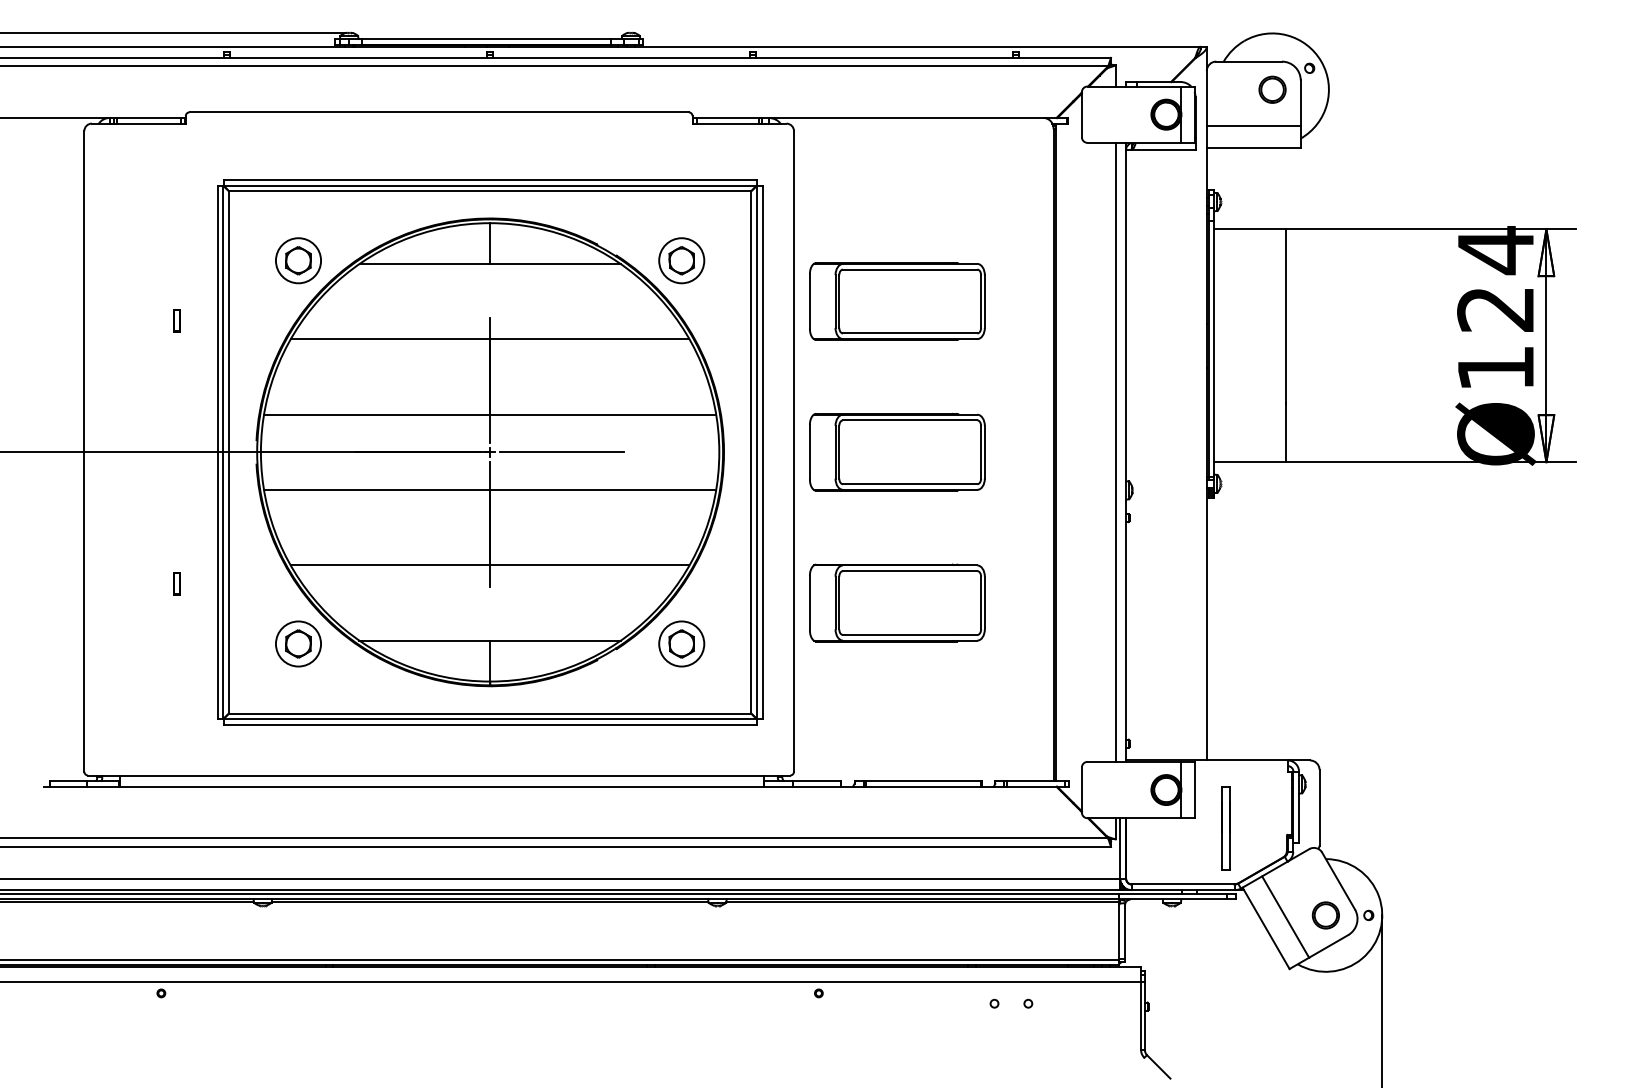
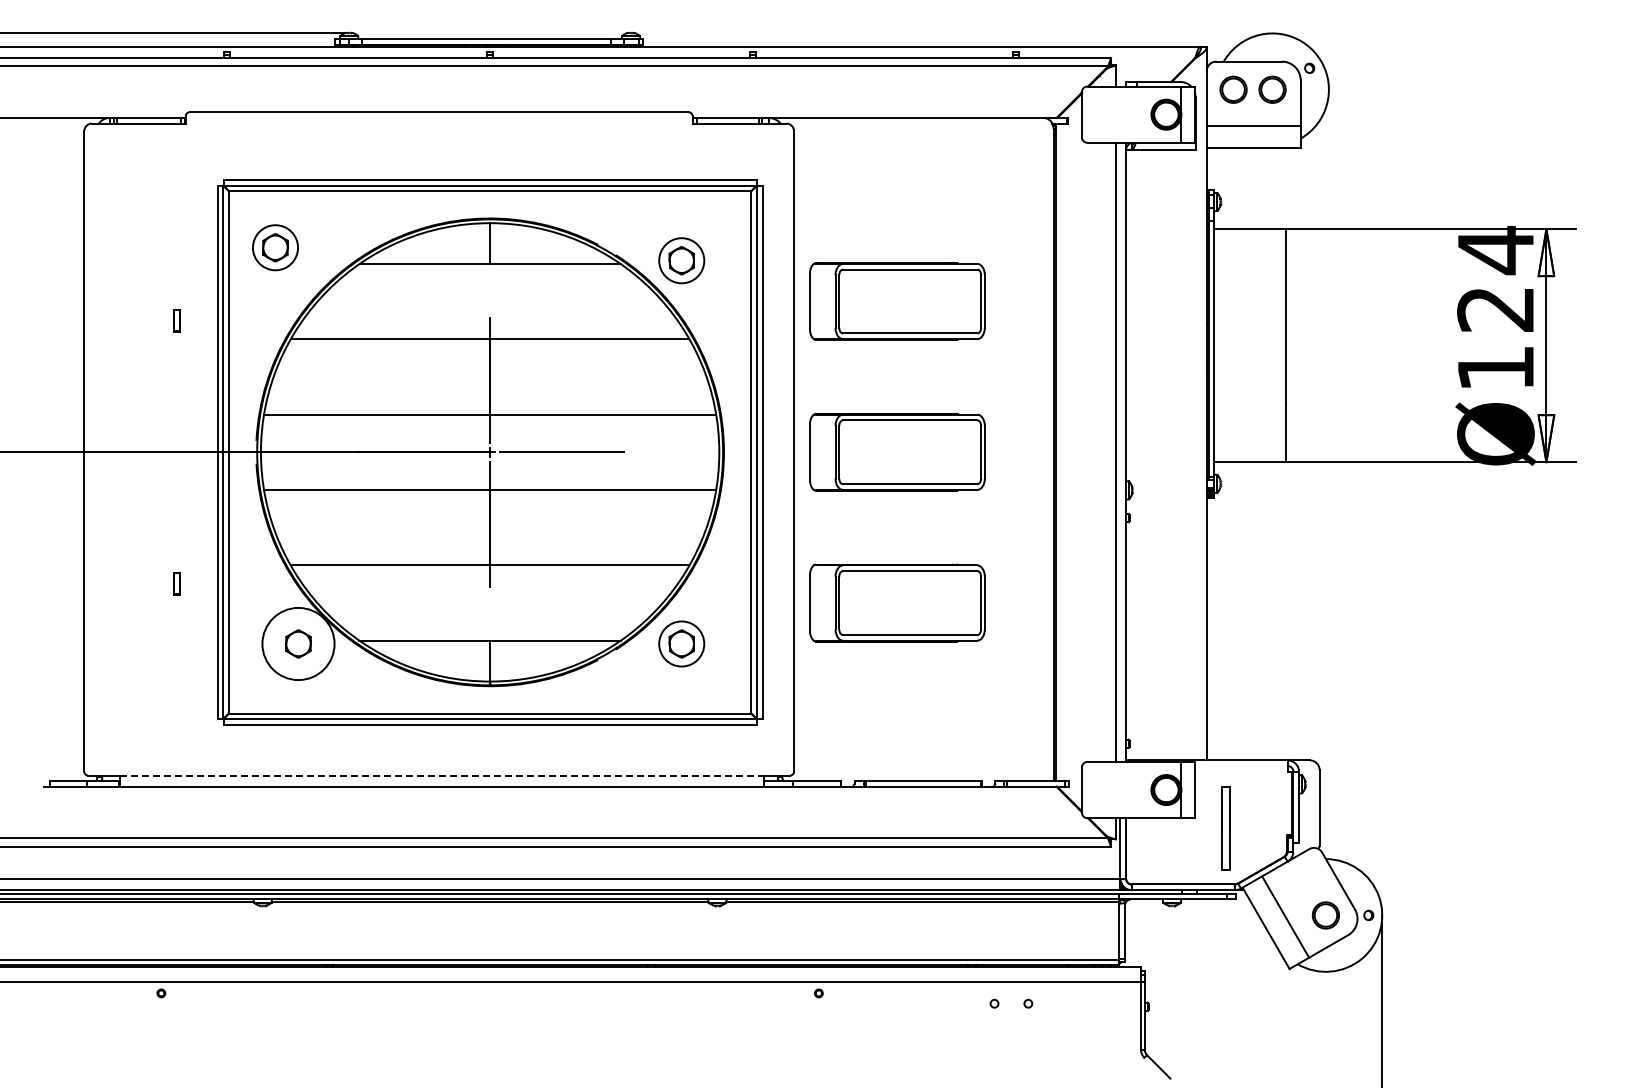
part at (1233, 89): none -> present
part at (298, 260) position: (298, 260) -> (275, 247)
circle at (298, 643) diameter: 45 px -> 72 px
line at (441, 775): solid -> dashed
